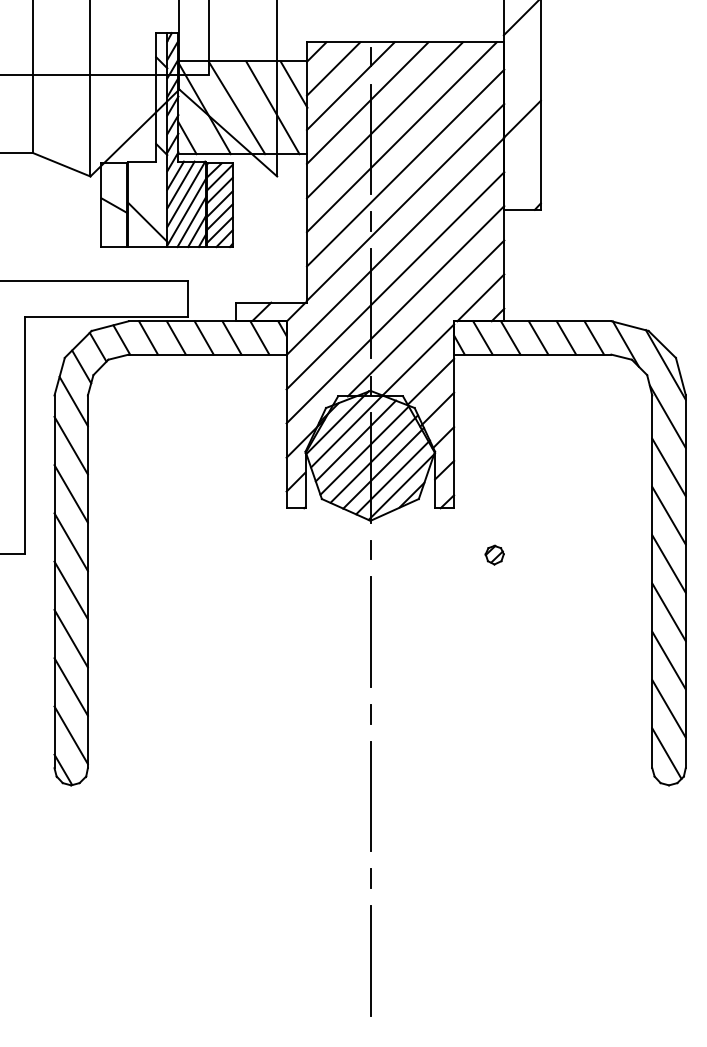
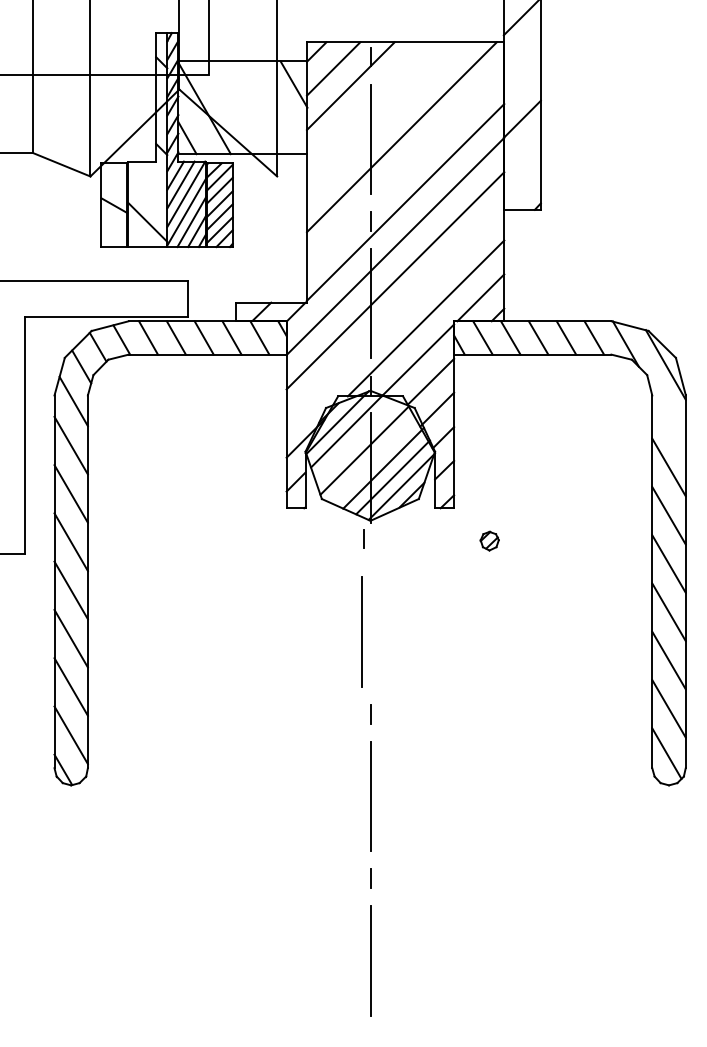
line at (367, 102): present -> none
line at (236, 107): present -> none
line at (272, 107): present -> none
line at (384, 120): present -> none
line at (405, 167): present -> none
line at (395, 314): present -> none
line at (667, 416): present -> none
line at (355, 440): present -> none
line at (373, 458): present -> none
line at (370, 549) position: (370, 549) -> (363, 538)
part at (494, 554) position: (494, 554) -> (489, 540)
line at (370, 631) position: (370, 631) -> (361, 631)
